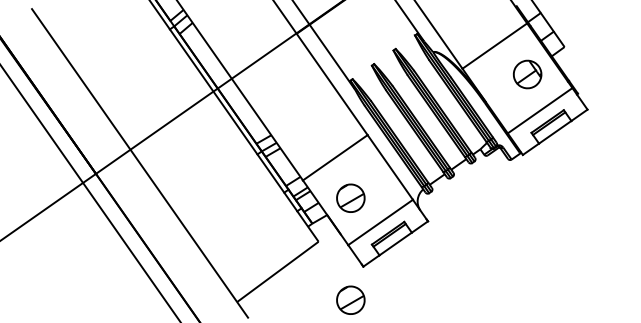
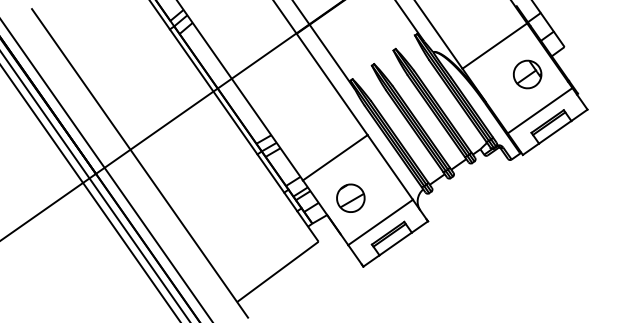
line at (106, 170): none -> present
line at (95, 186): none -> present
part at (350, 299): present -> none
